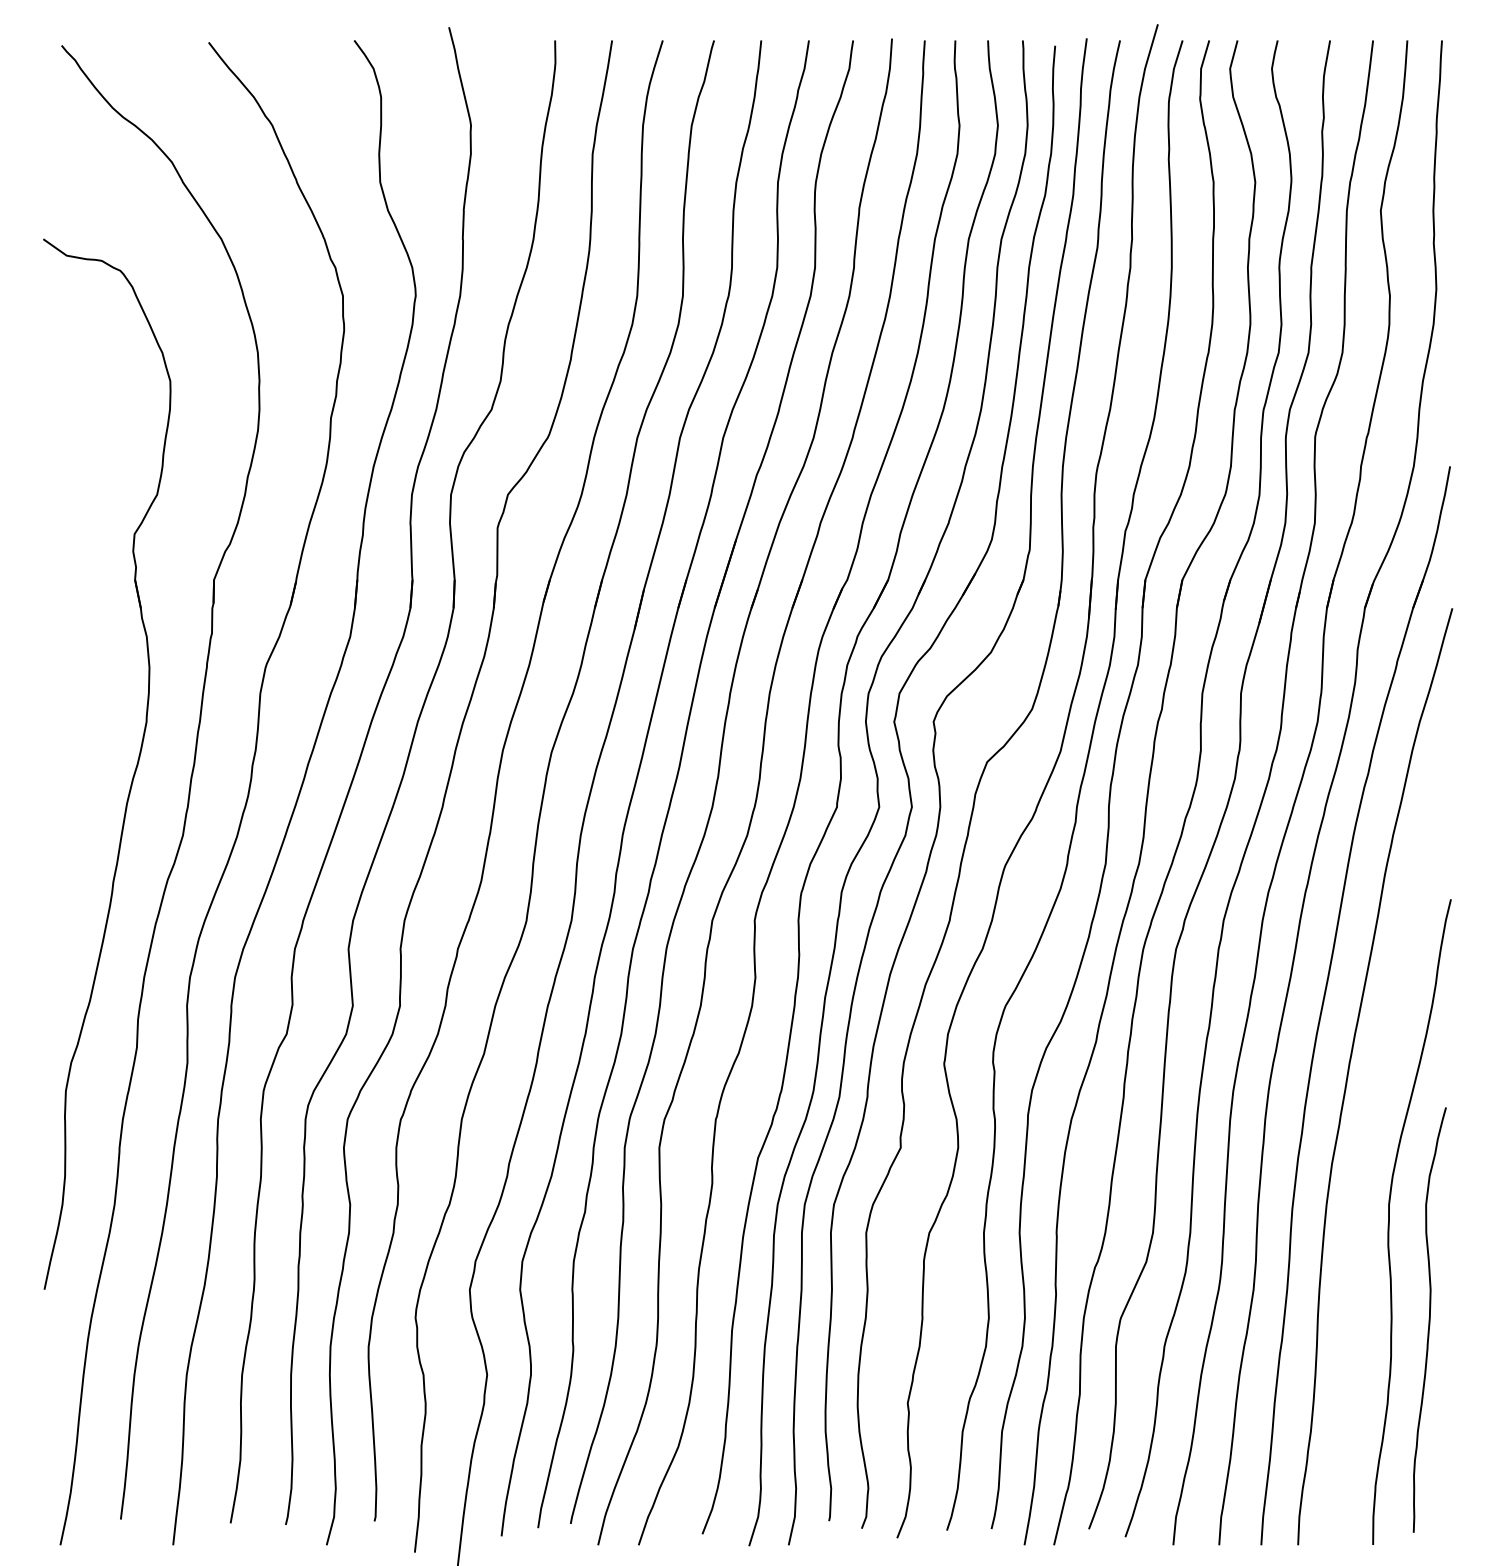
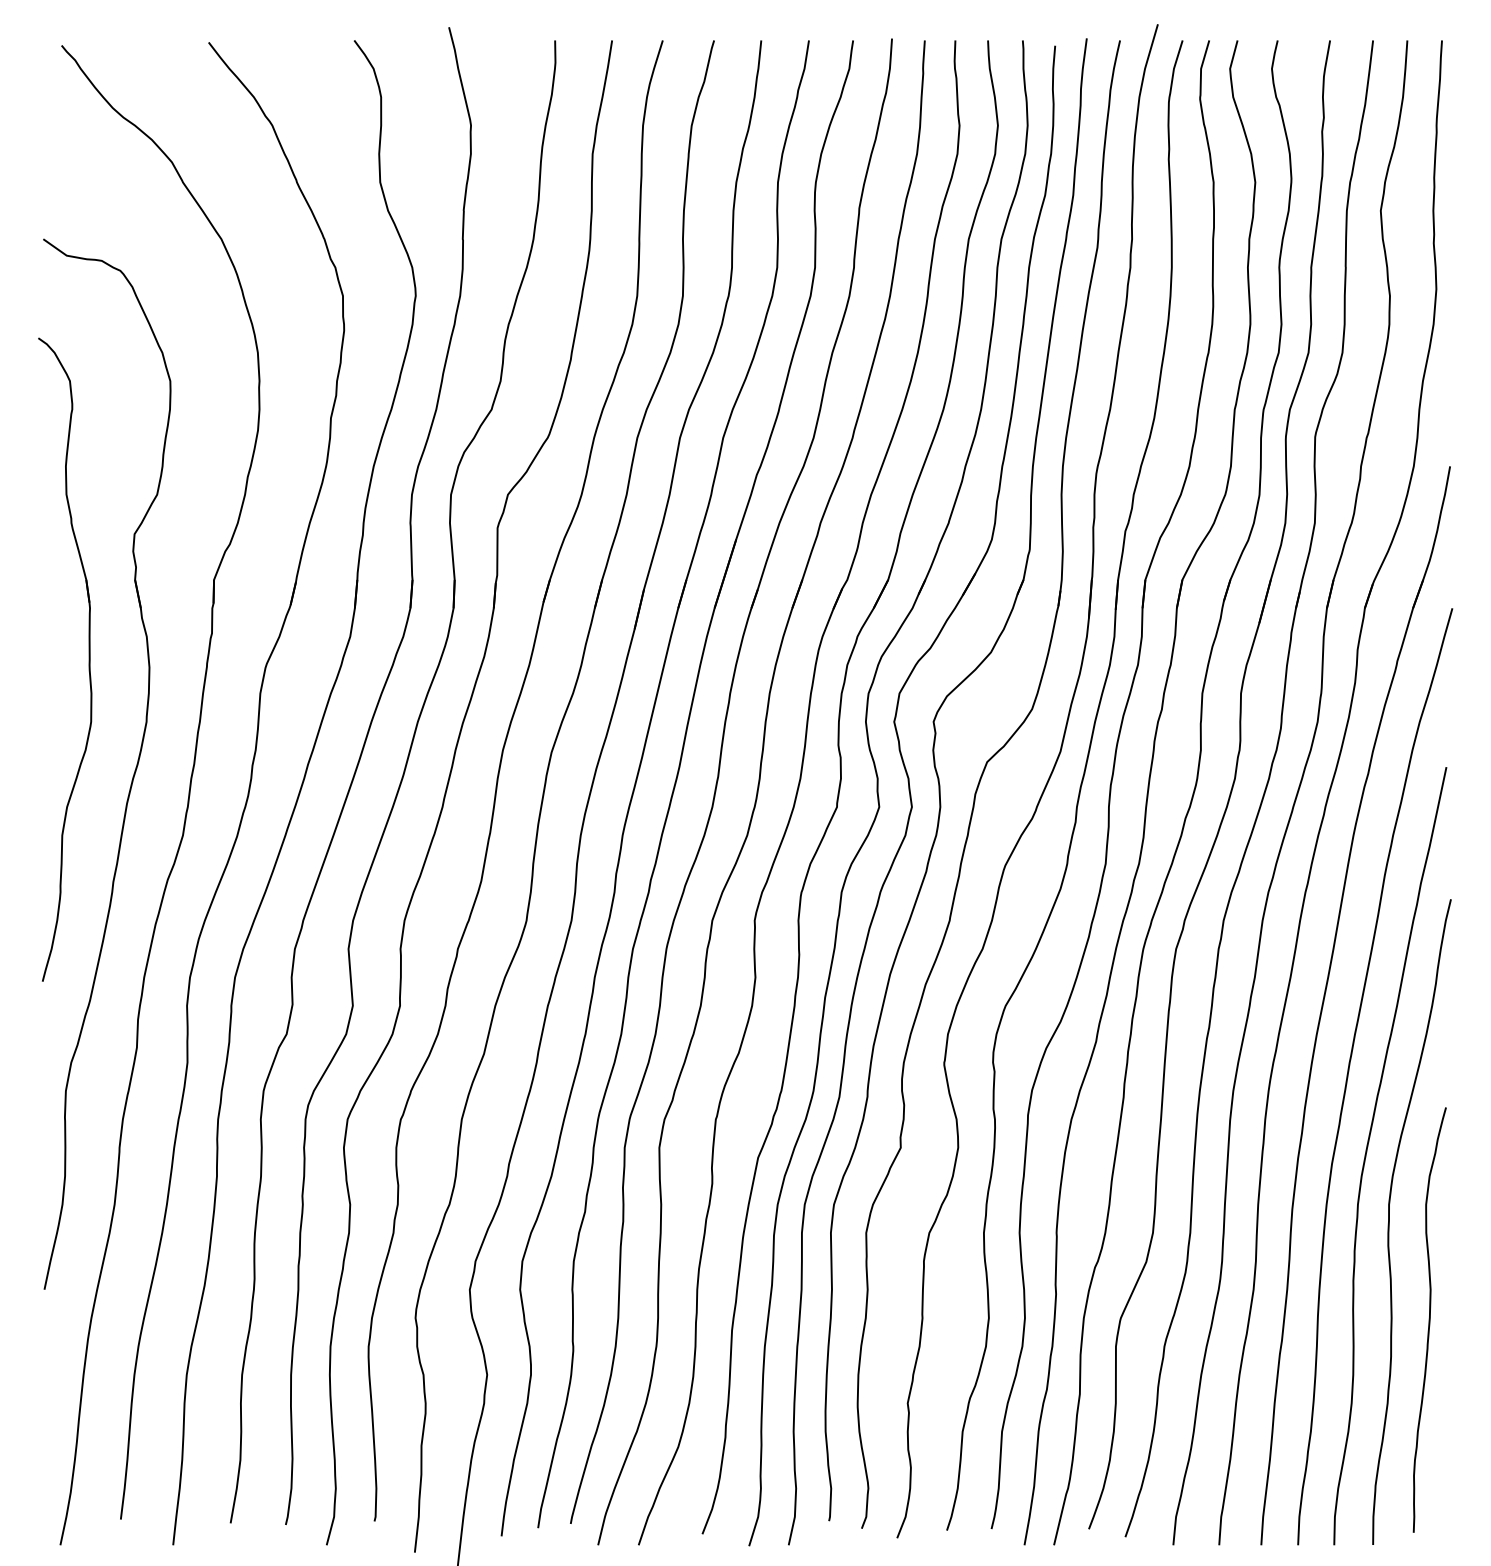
part at (88, 659): none -> present
curve at (1367, 1152): none -> present
